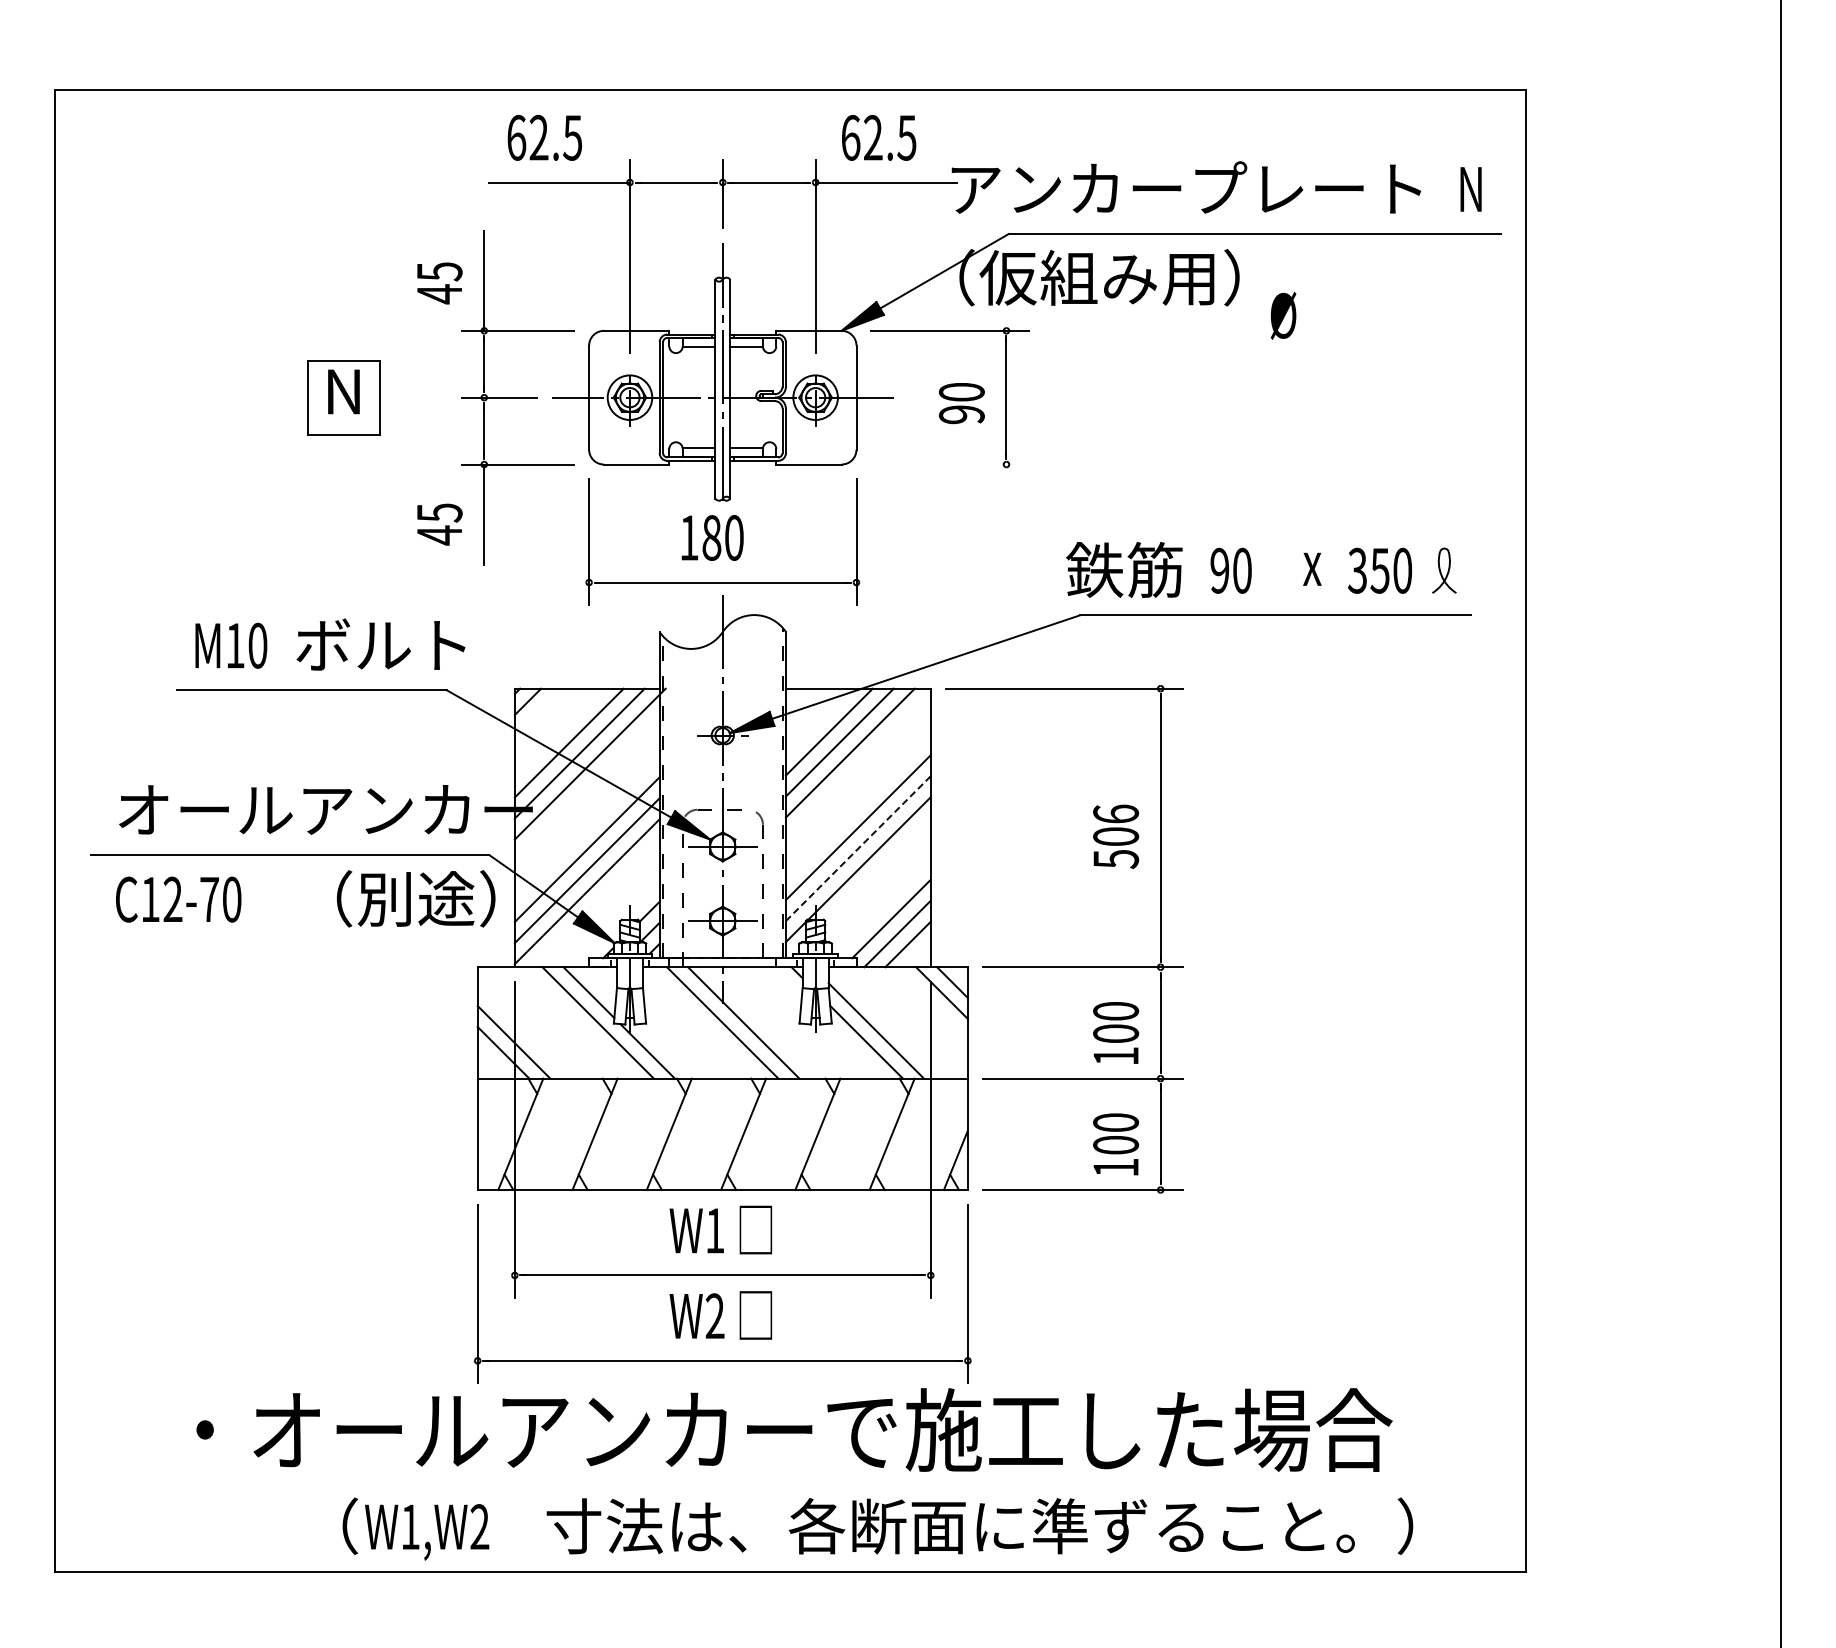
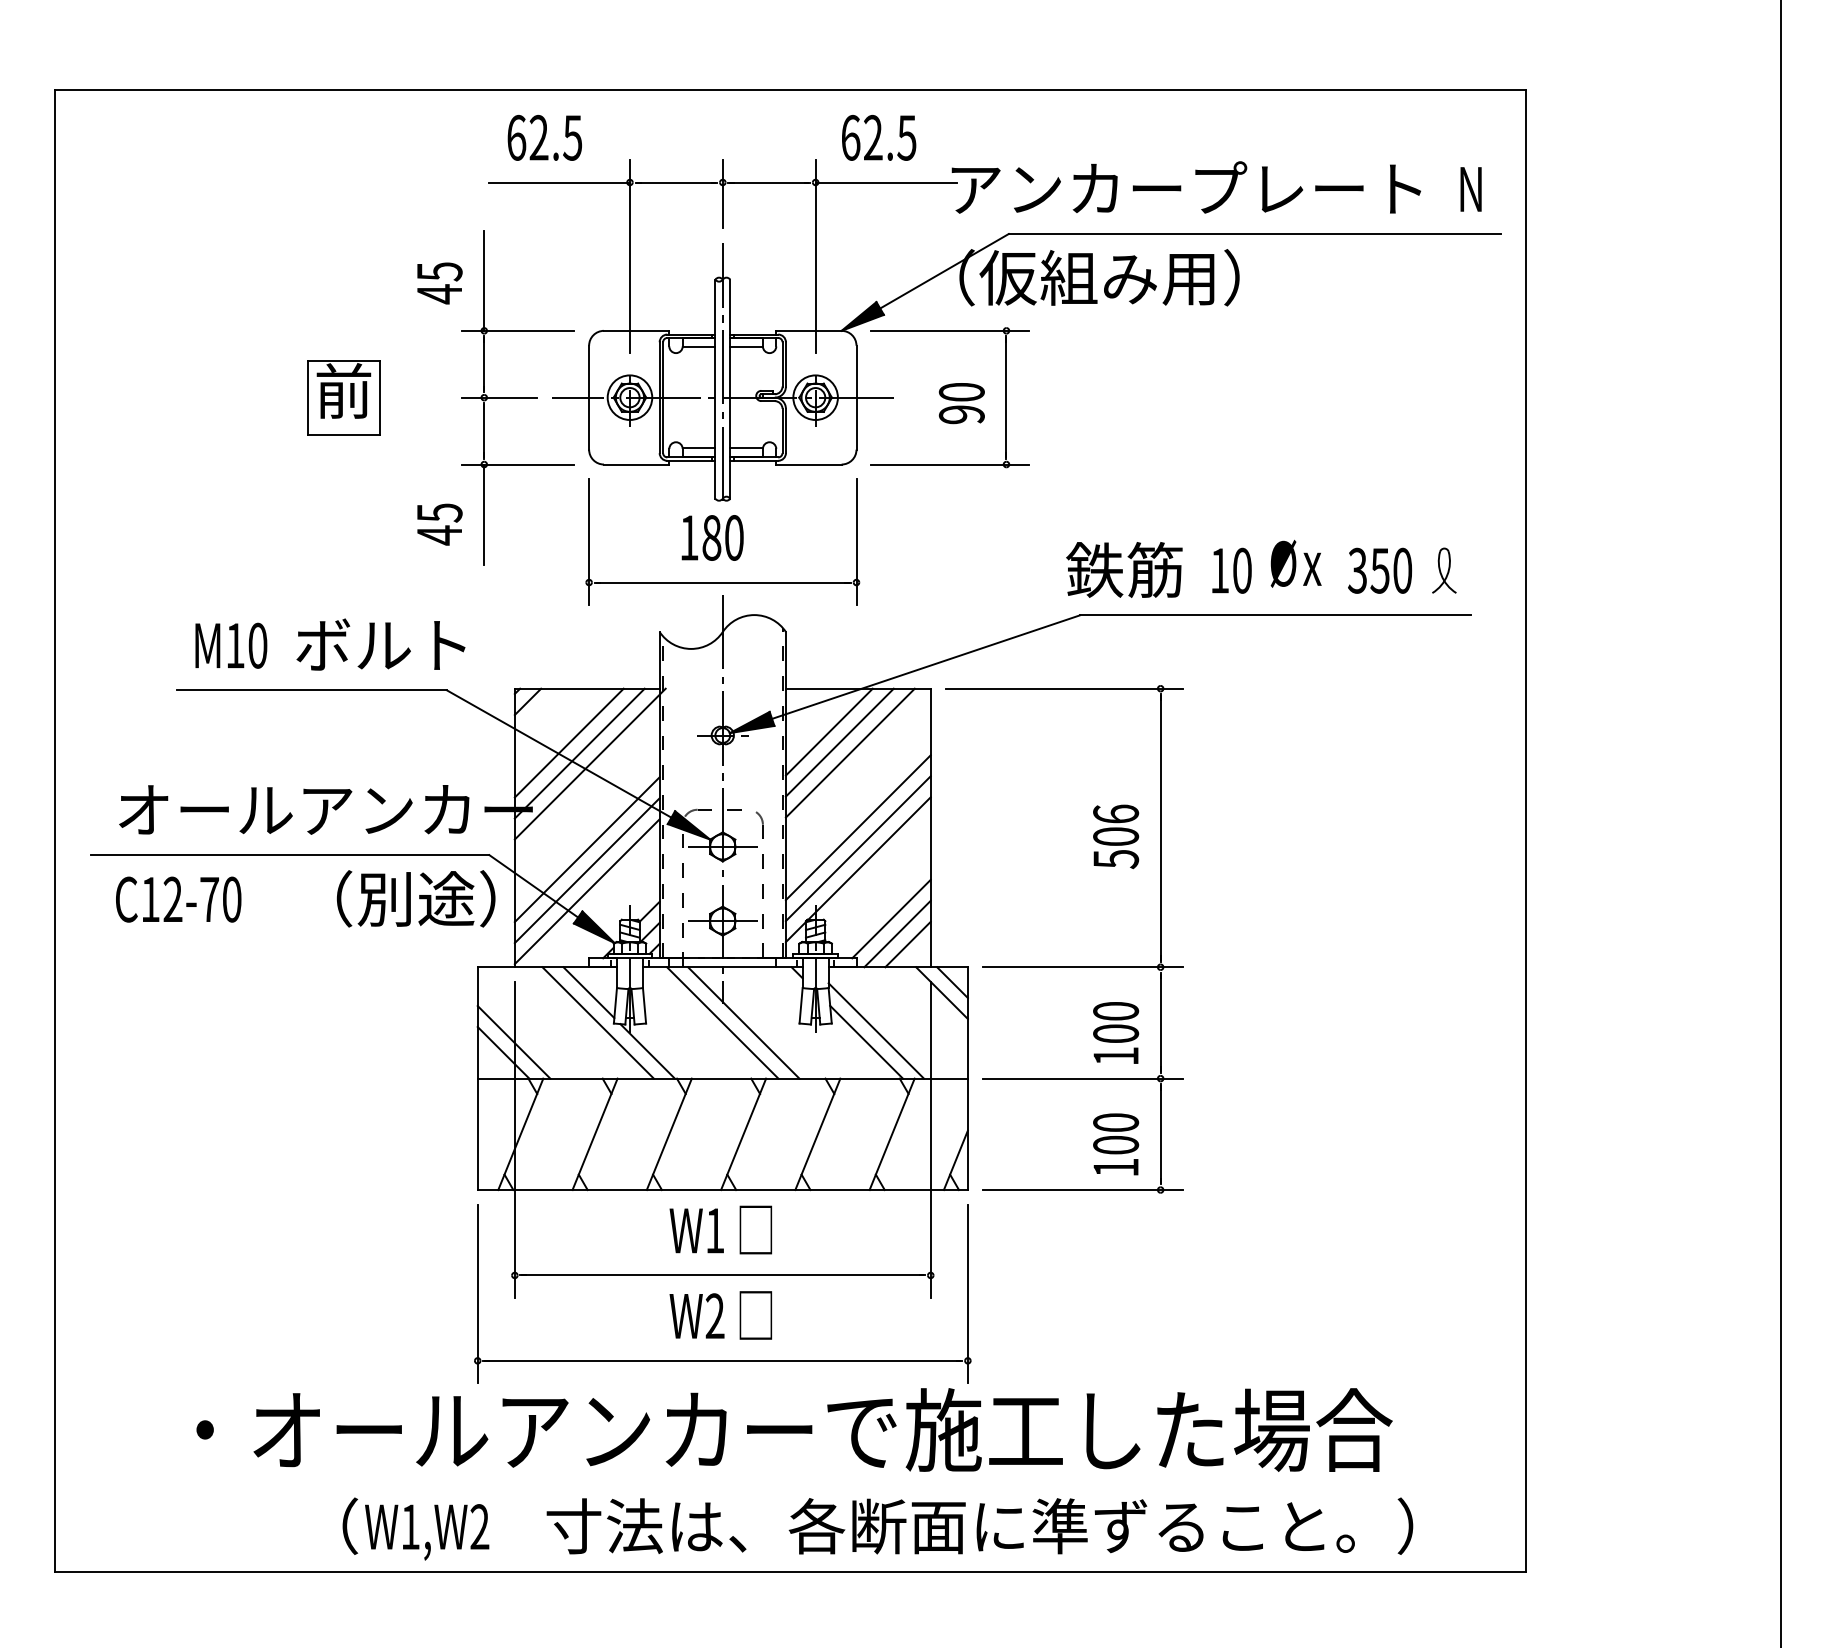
text at (1283, 315) position: (1283, 315) -> (1283, 563)
text at (343, 390): N -> 前
line at (949, 464): none -> present
text at (1219, 570): 90 -> 10
line at (858, 849): dashed -> solid
